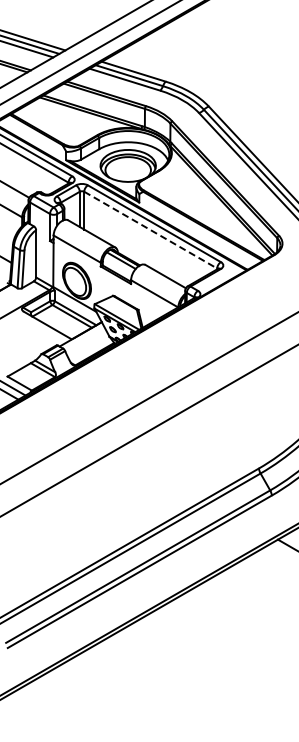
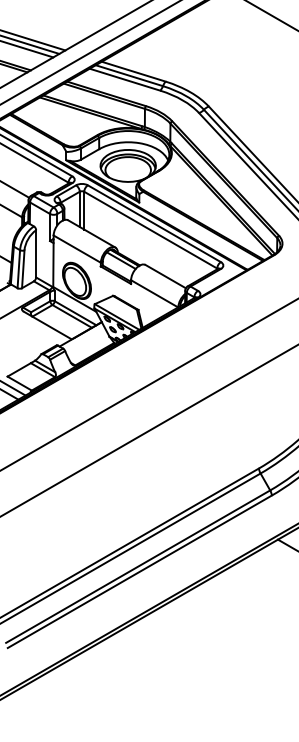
line at (271, 15): none -> present
line at (150, 230): dashed -> solid
line at (148, 398) position: (148, 398) -> (148, 384)
